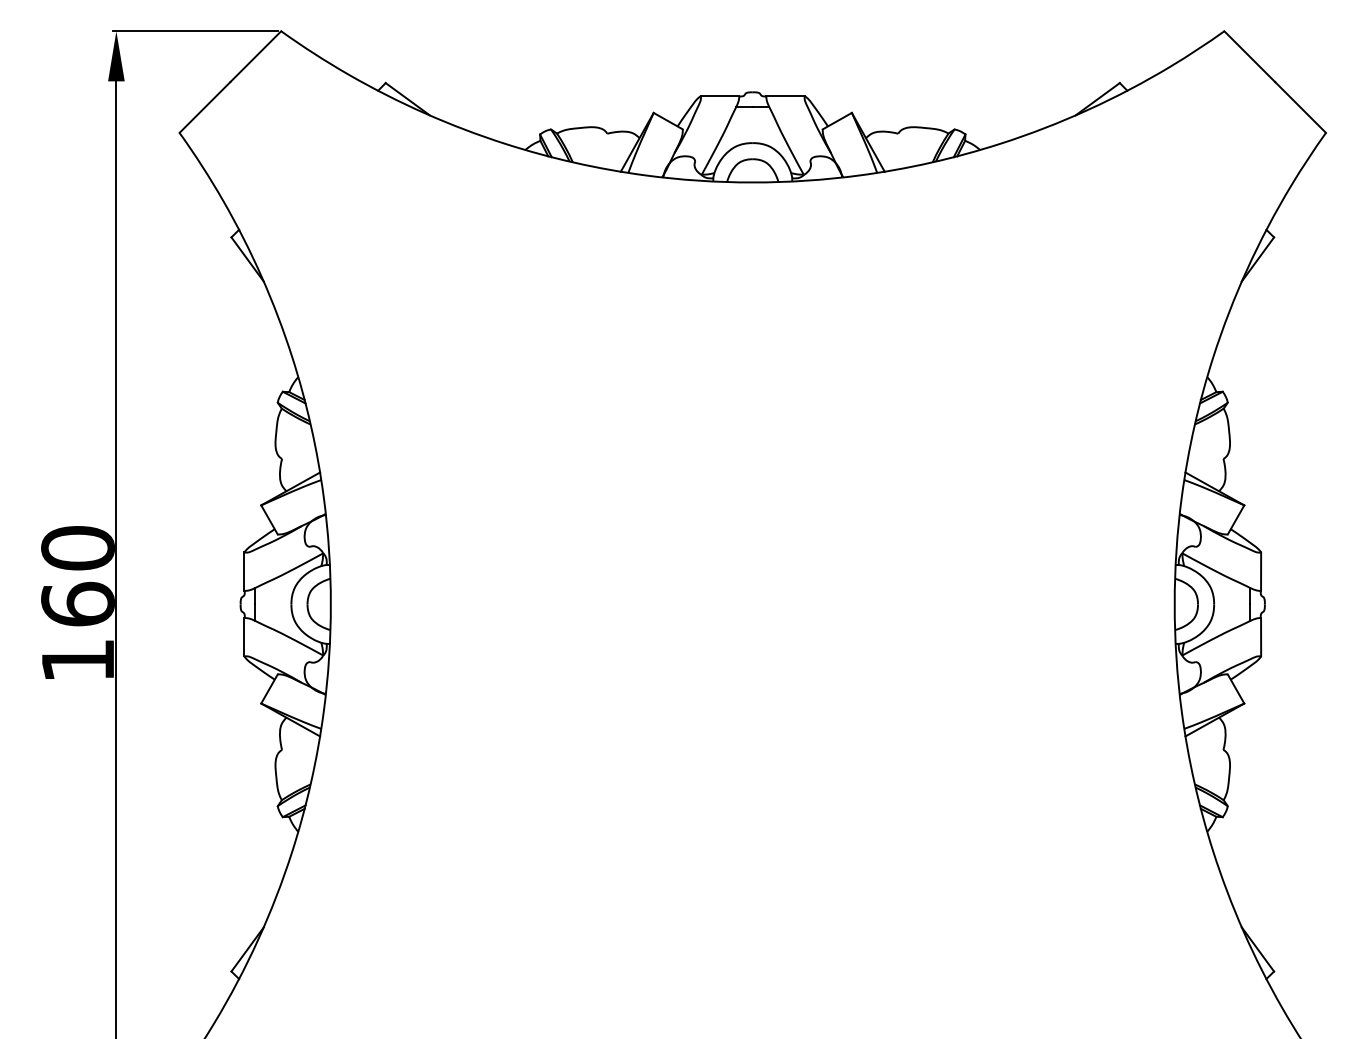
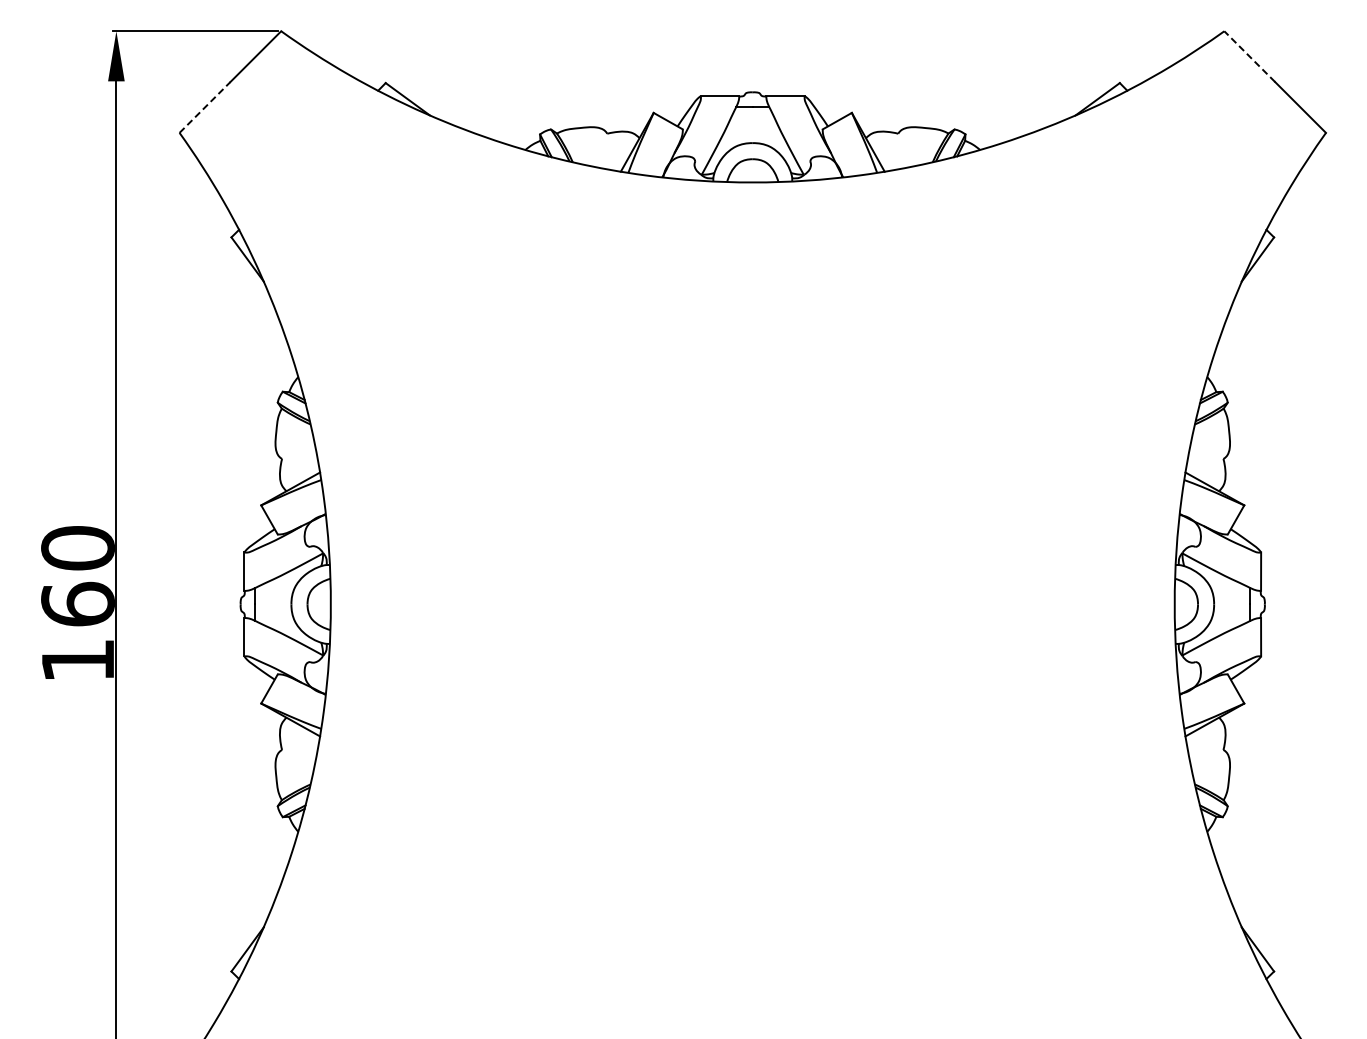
line at (1249, 56): solid -> dashed
line at (204, 107): solid -> dashed
